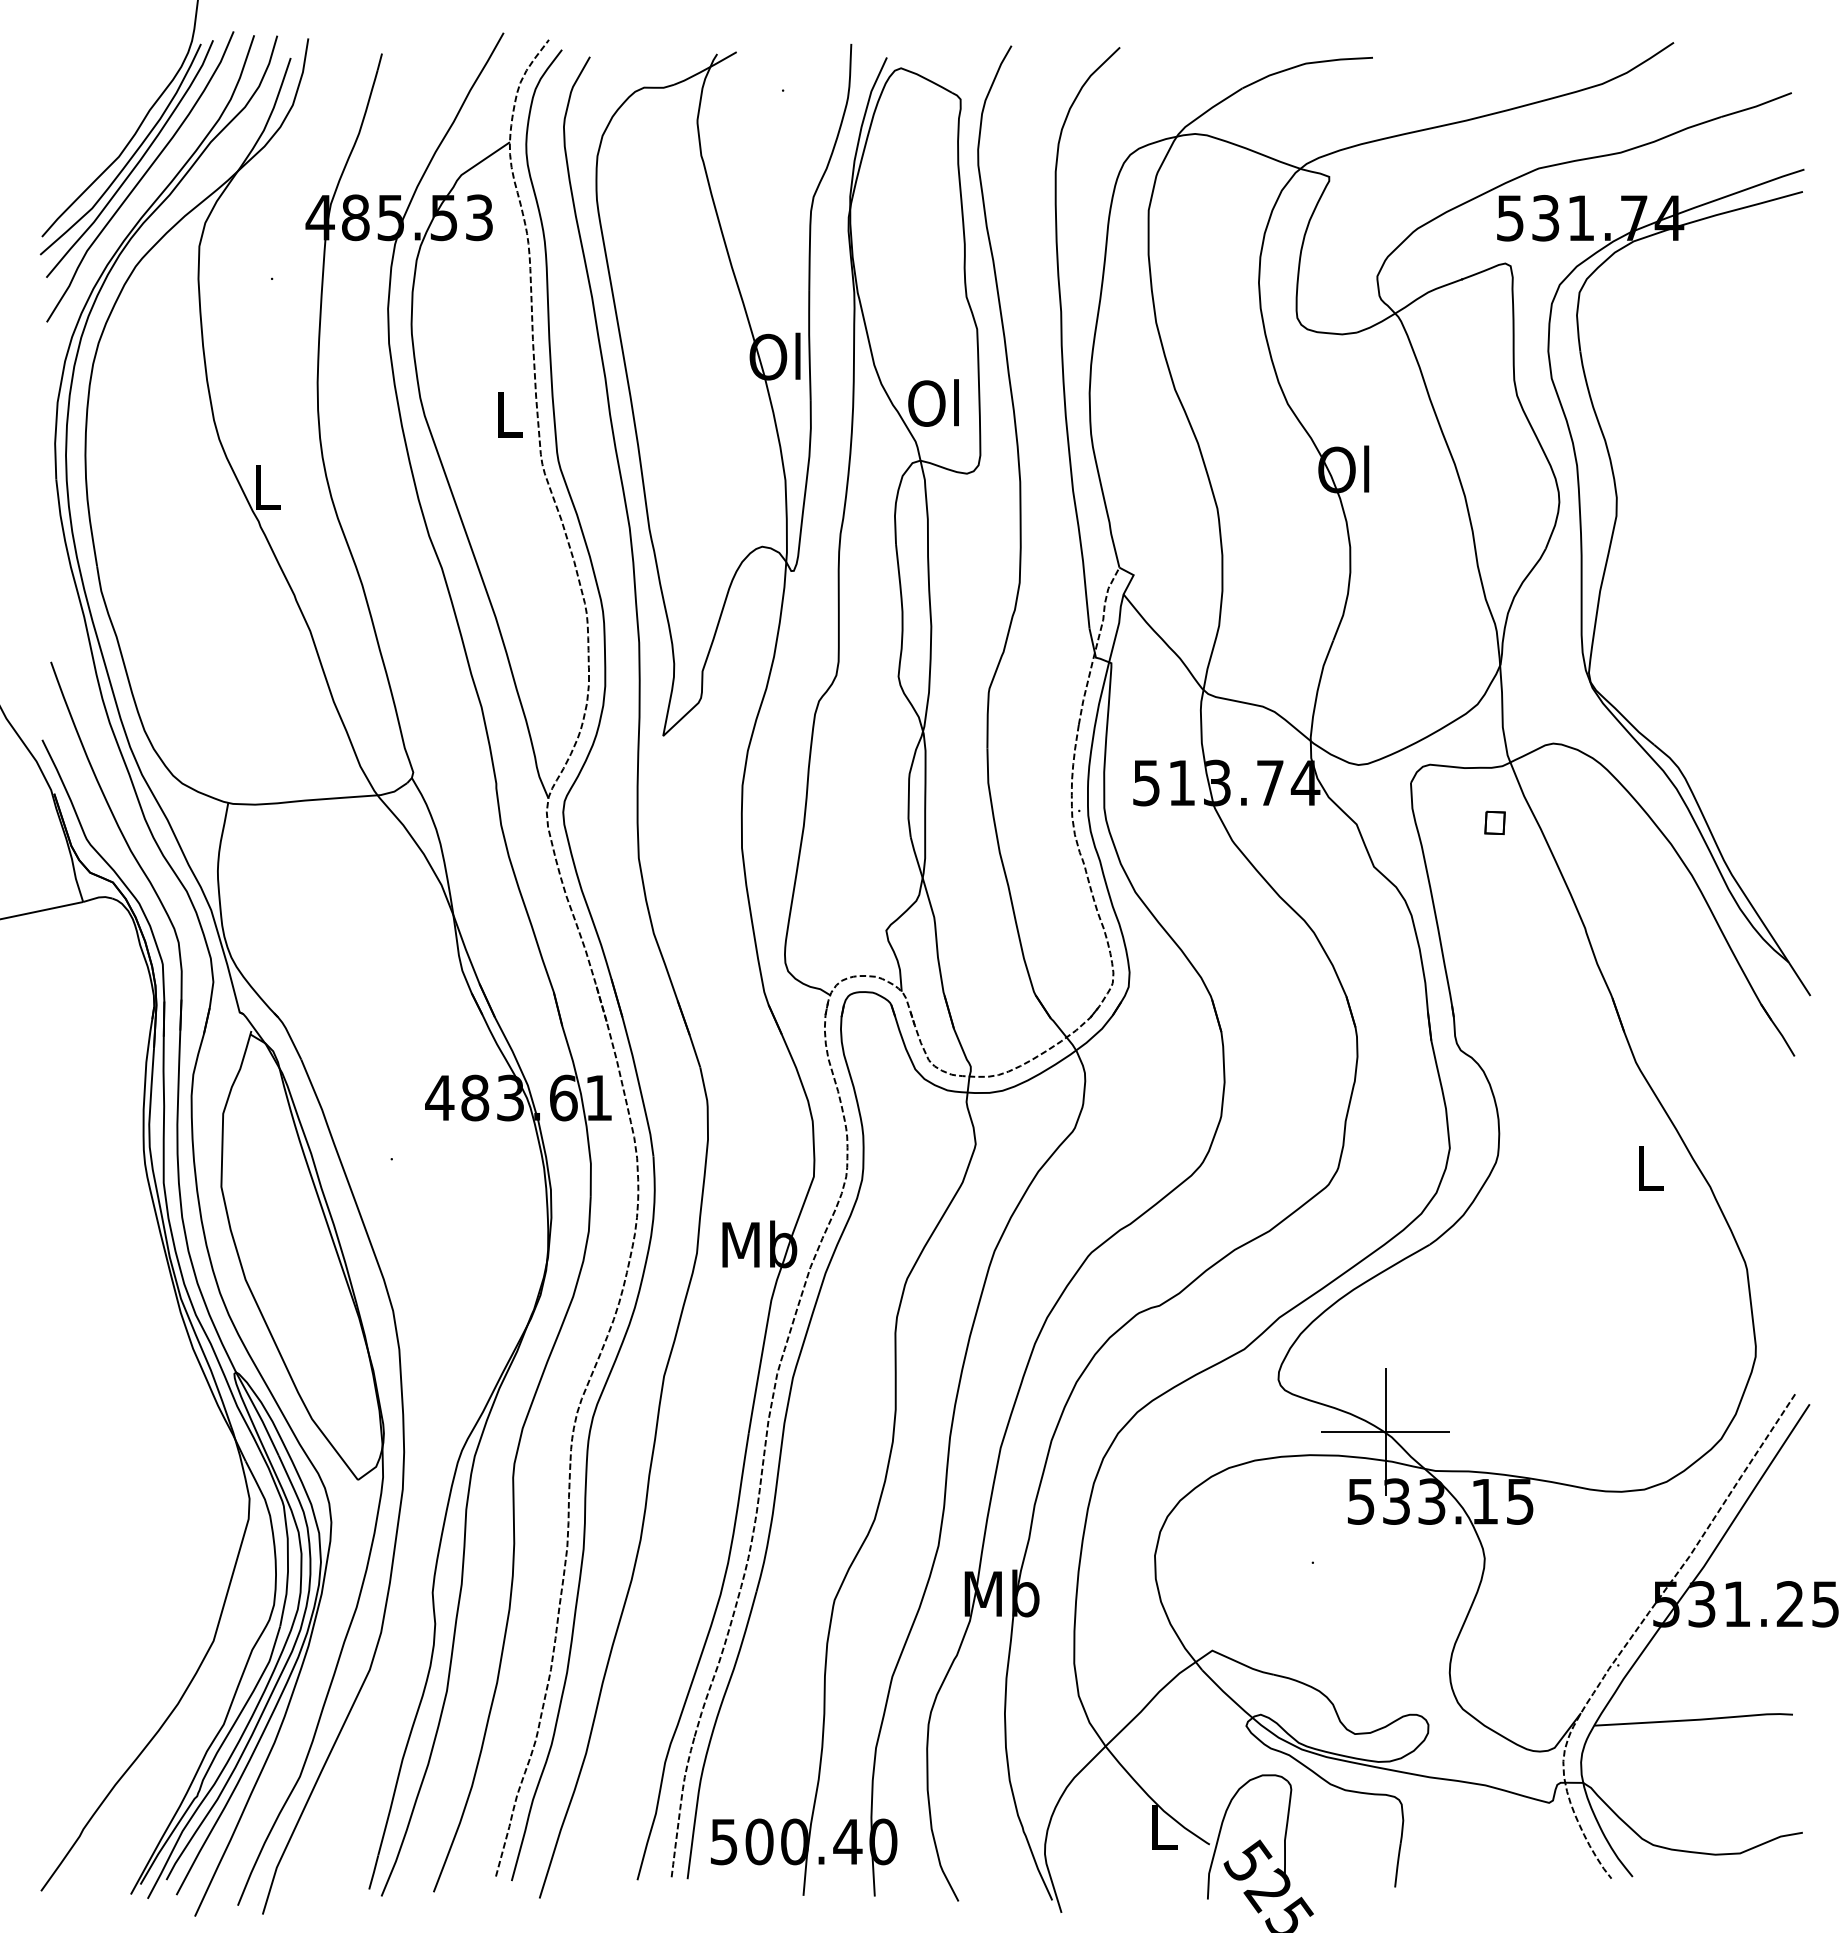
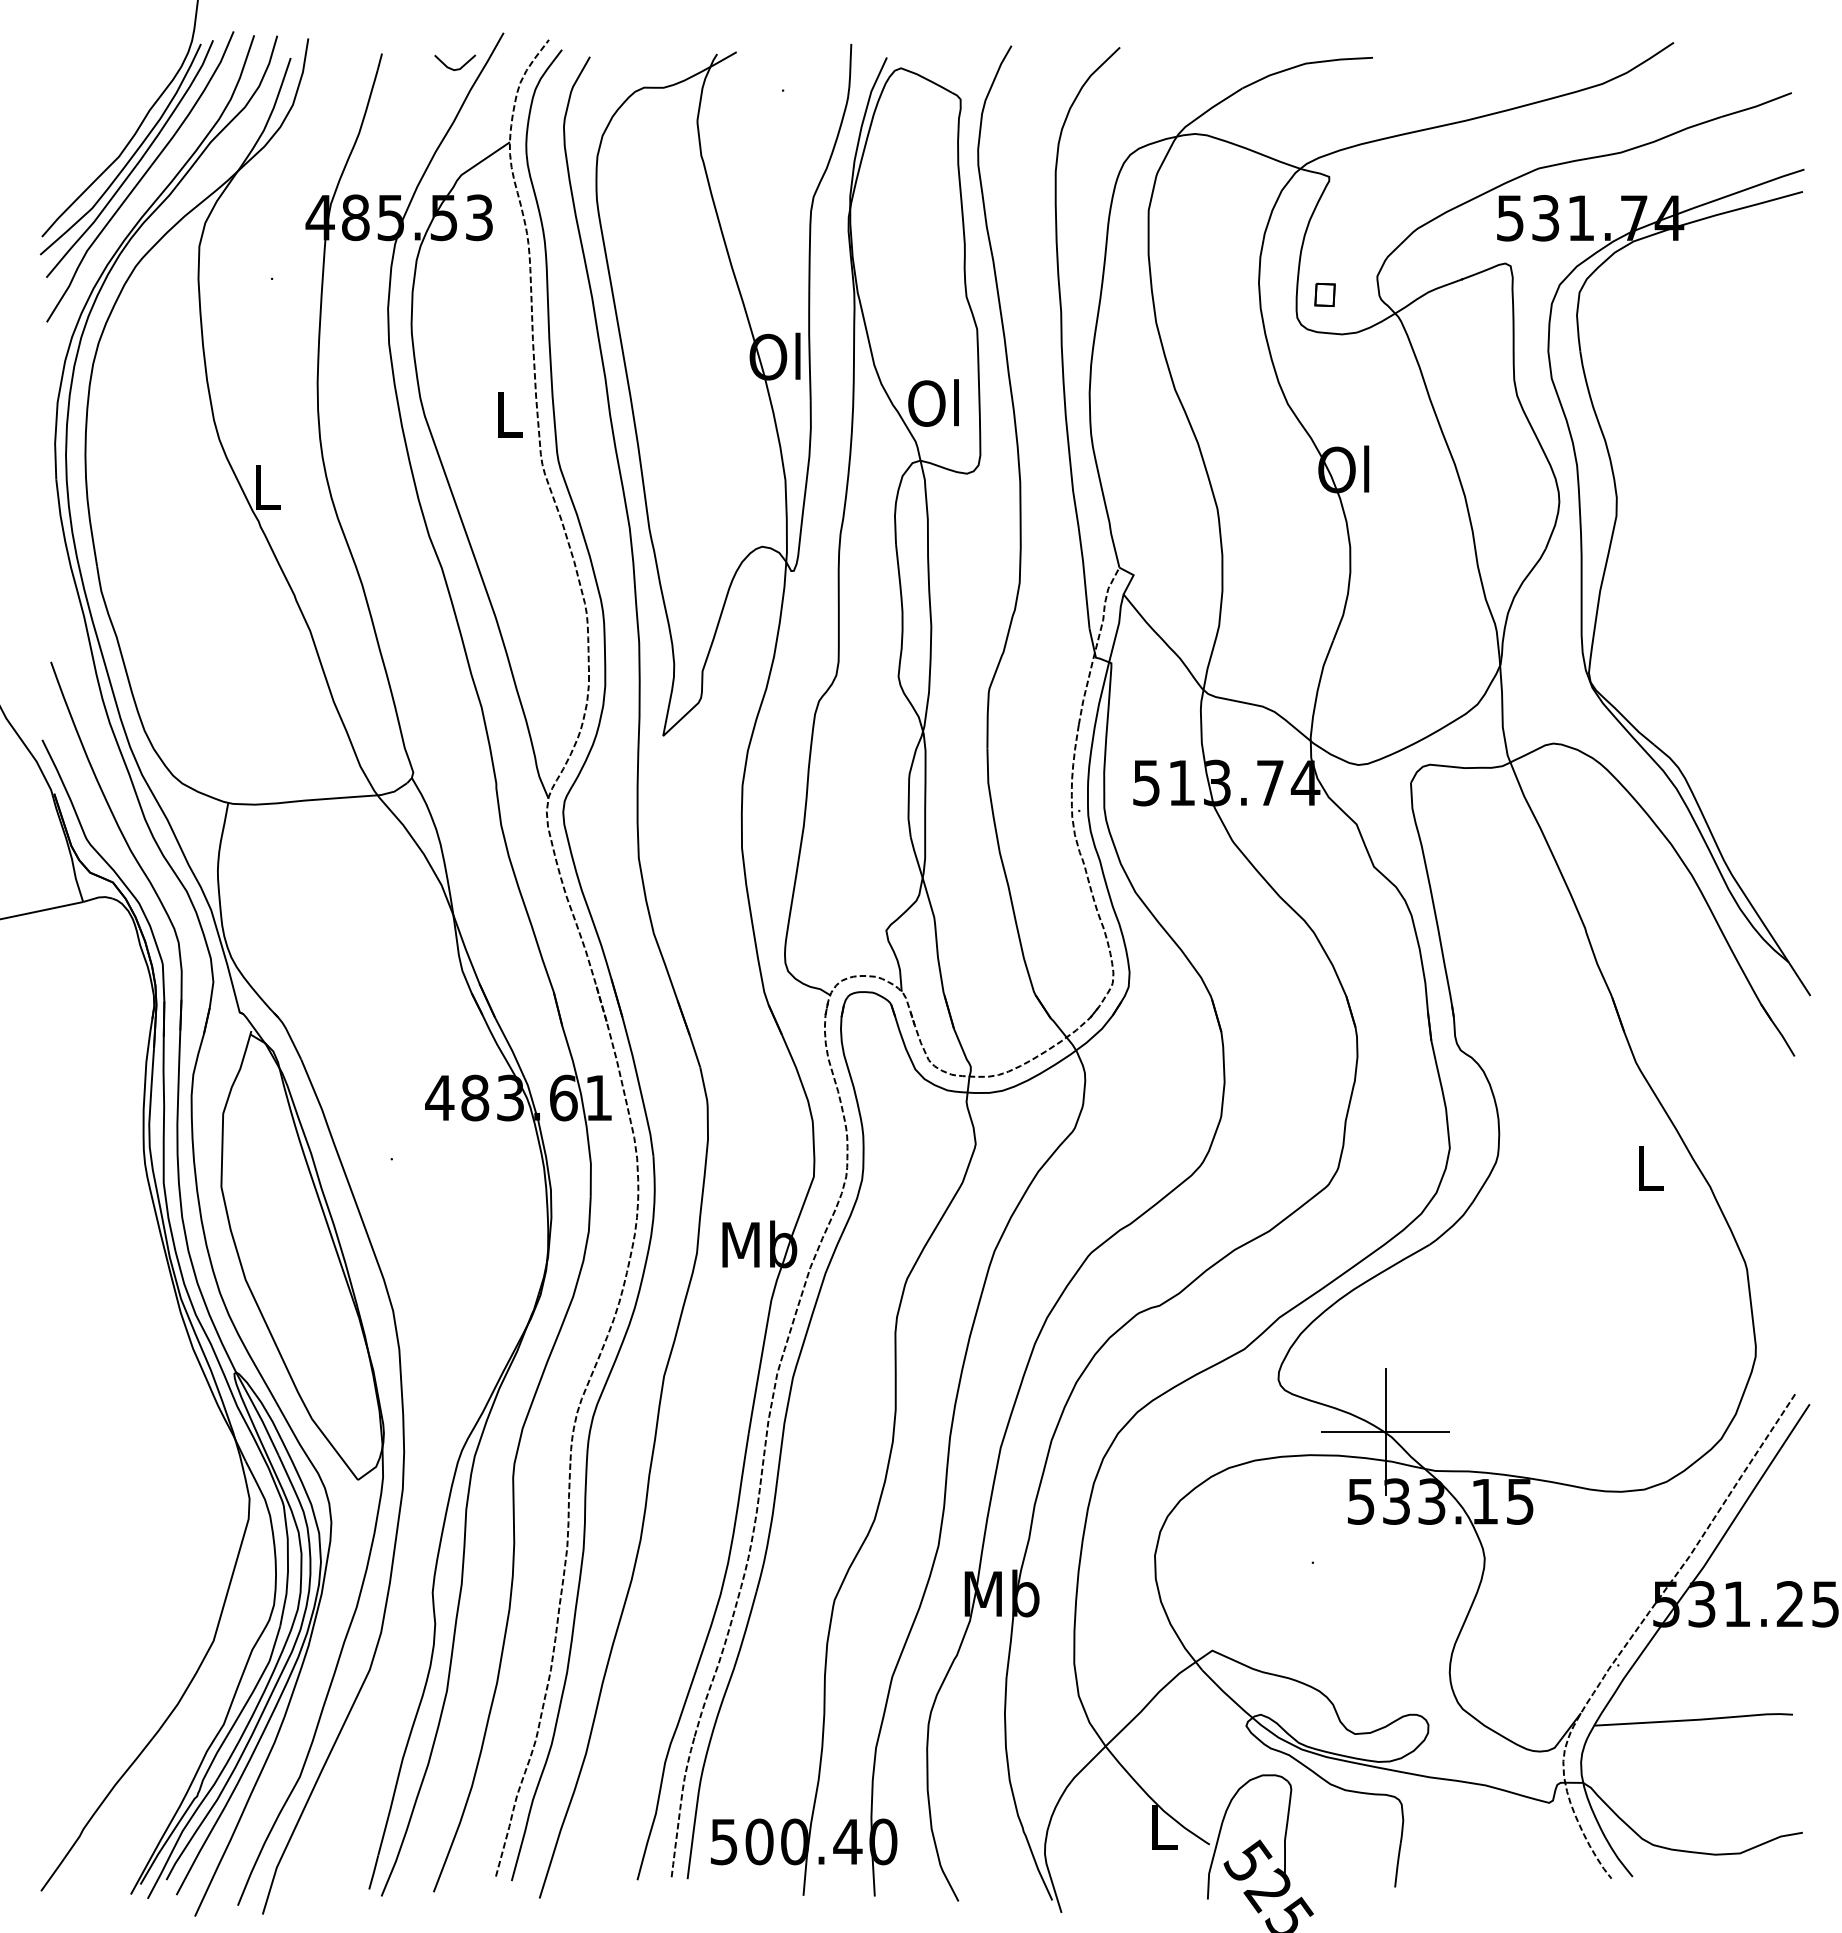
line at (456, 68): none -> present
part at (1494, 822) position: (1494, 822) -> (1324, 294)
